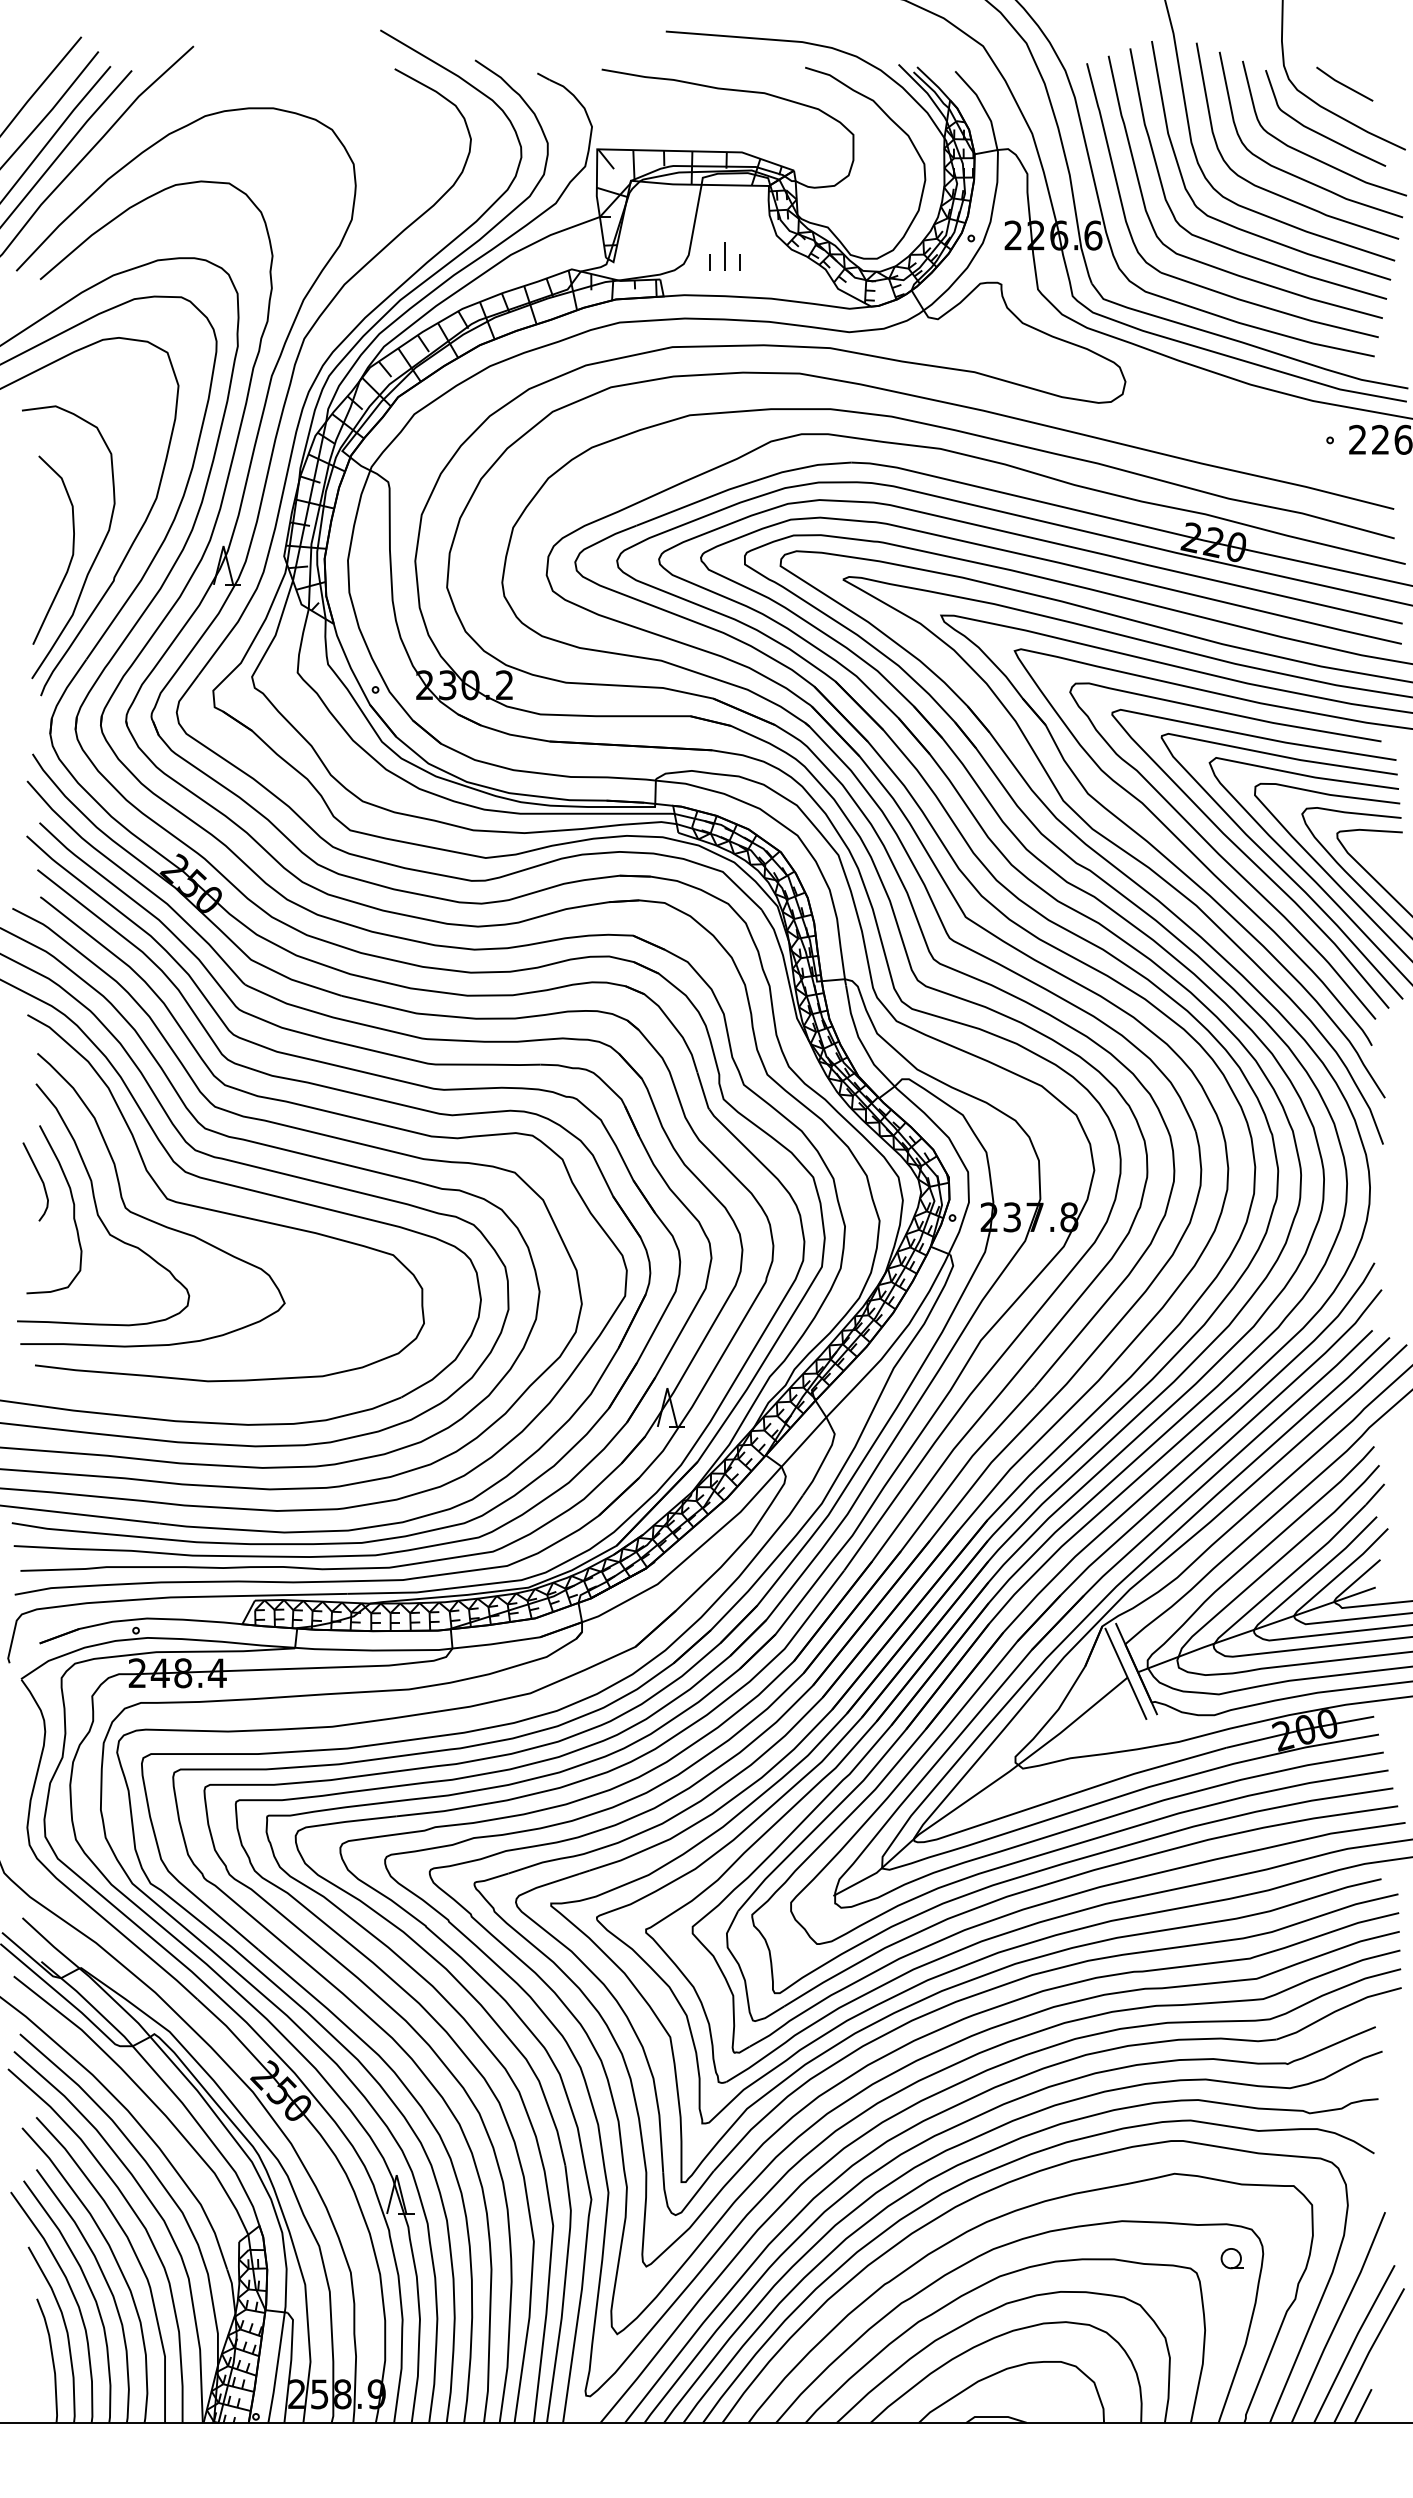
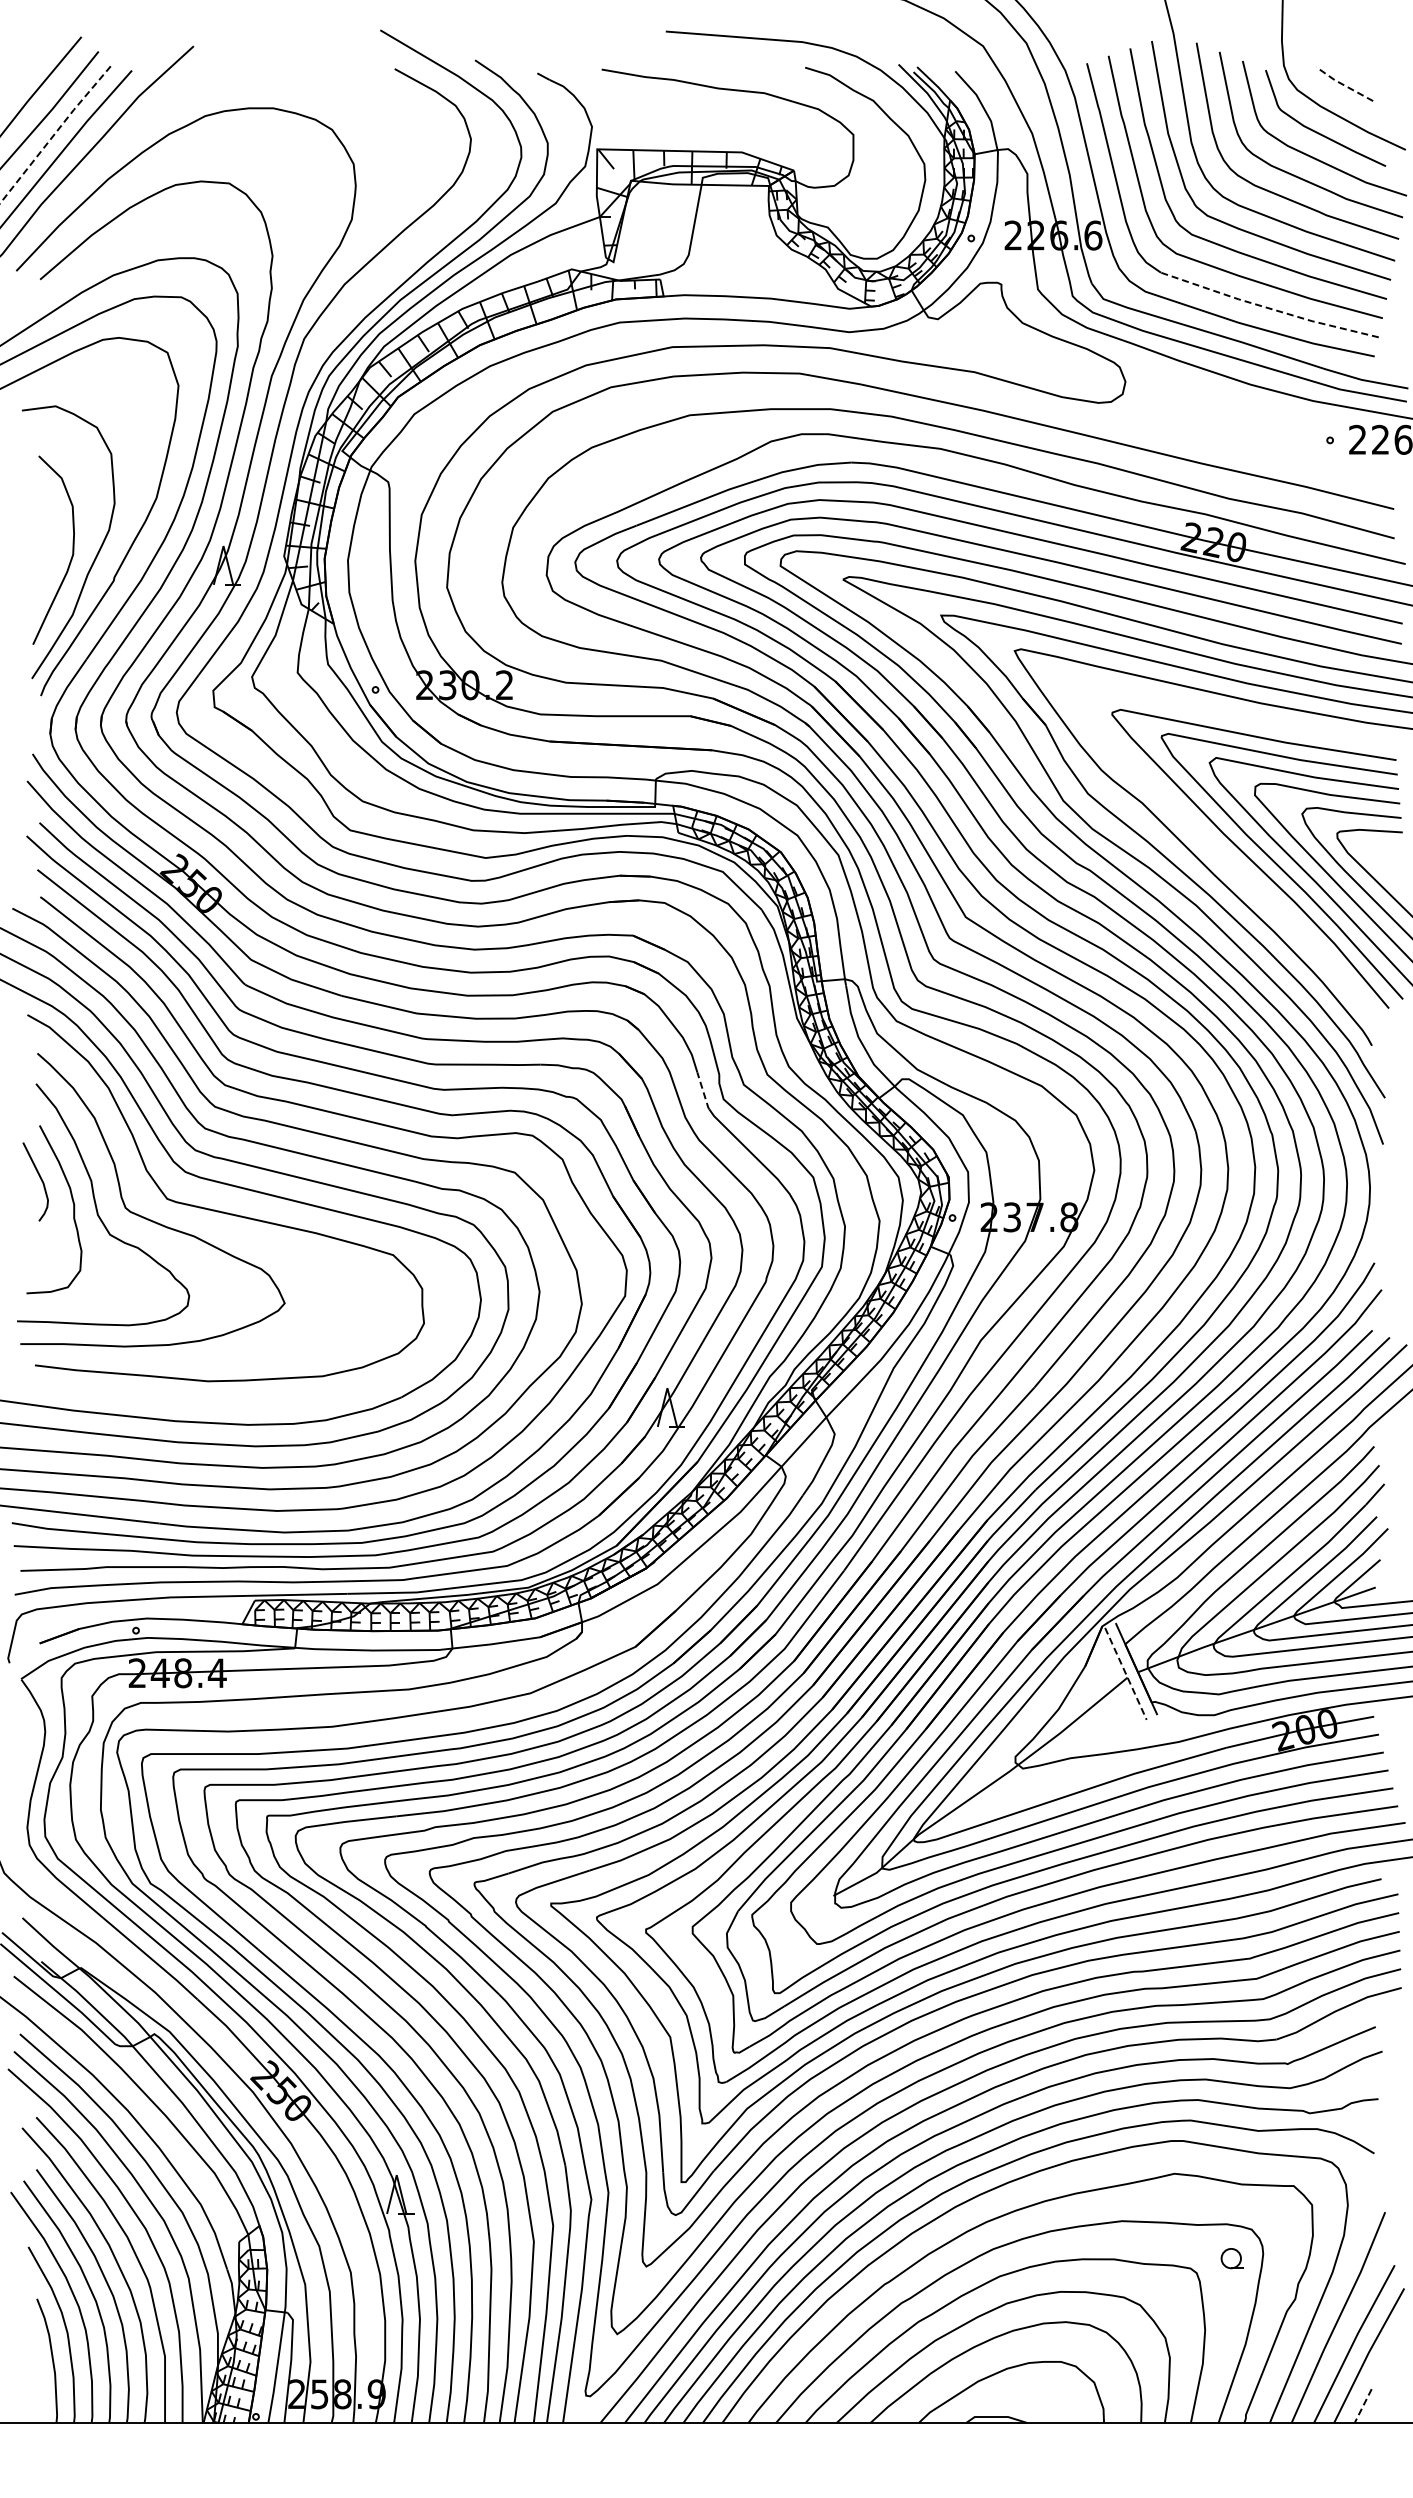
line at (1343, 84): solid -> dashed
line at (54, 134): solid -> dashed
part at (724, 256): present -> none
line at (1268, 308): solid -> dashed
curve at (1220, 854): present -> none
line at (703, 1091): solid -> dashed
line at (1126, 1674): solid -> dashed
line at (1363, 2406): solid -> dashed
